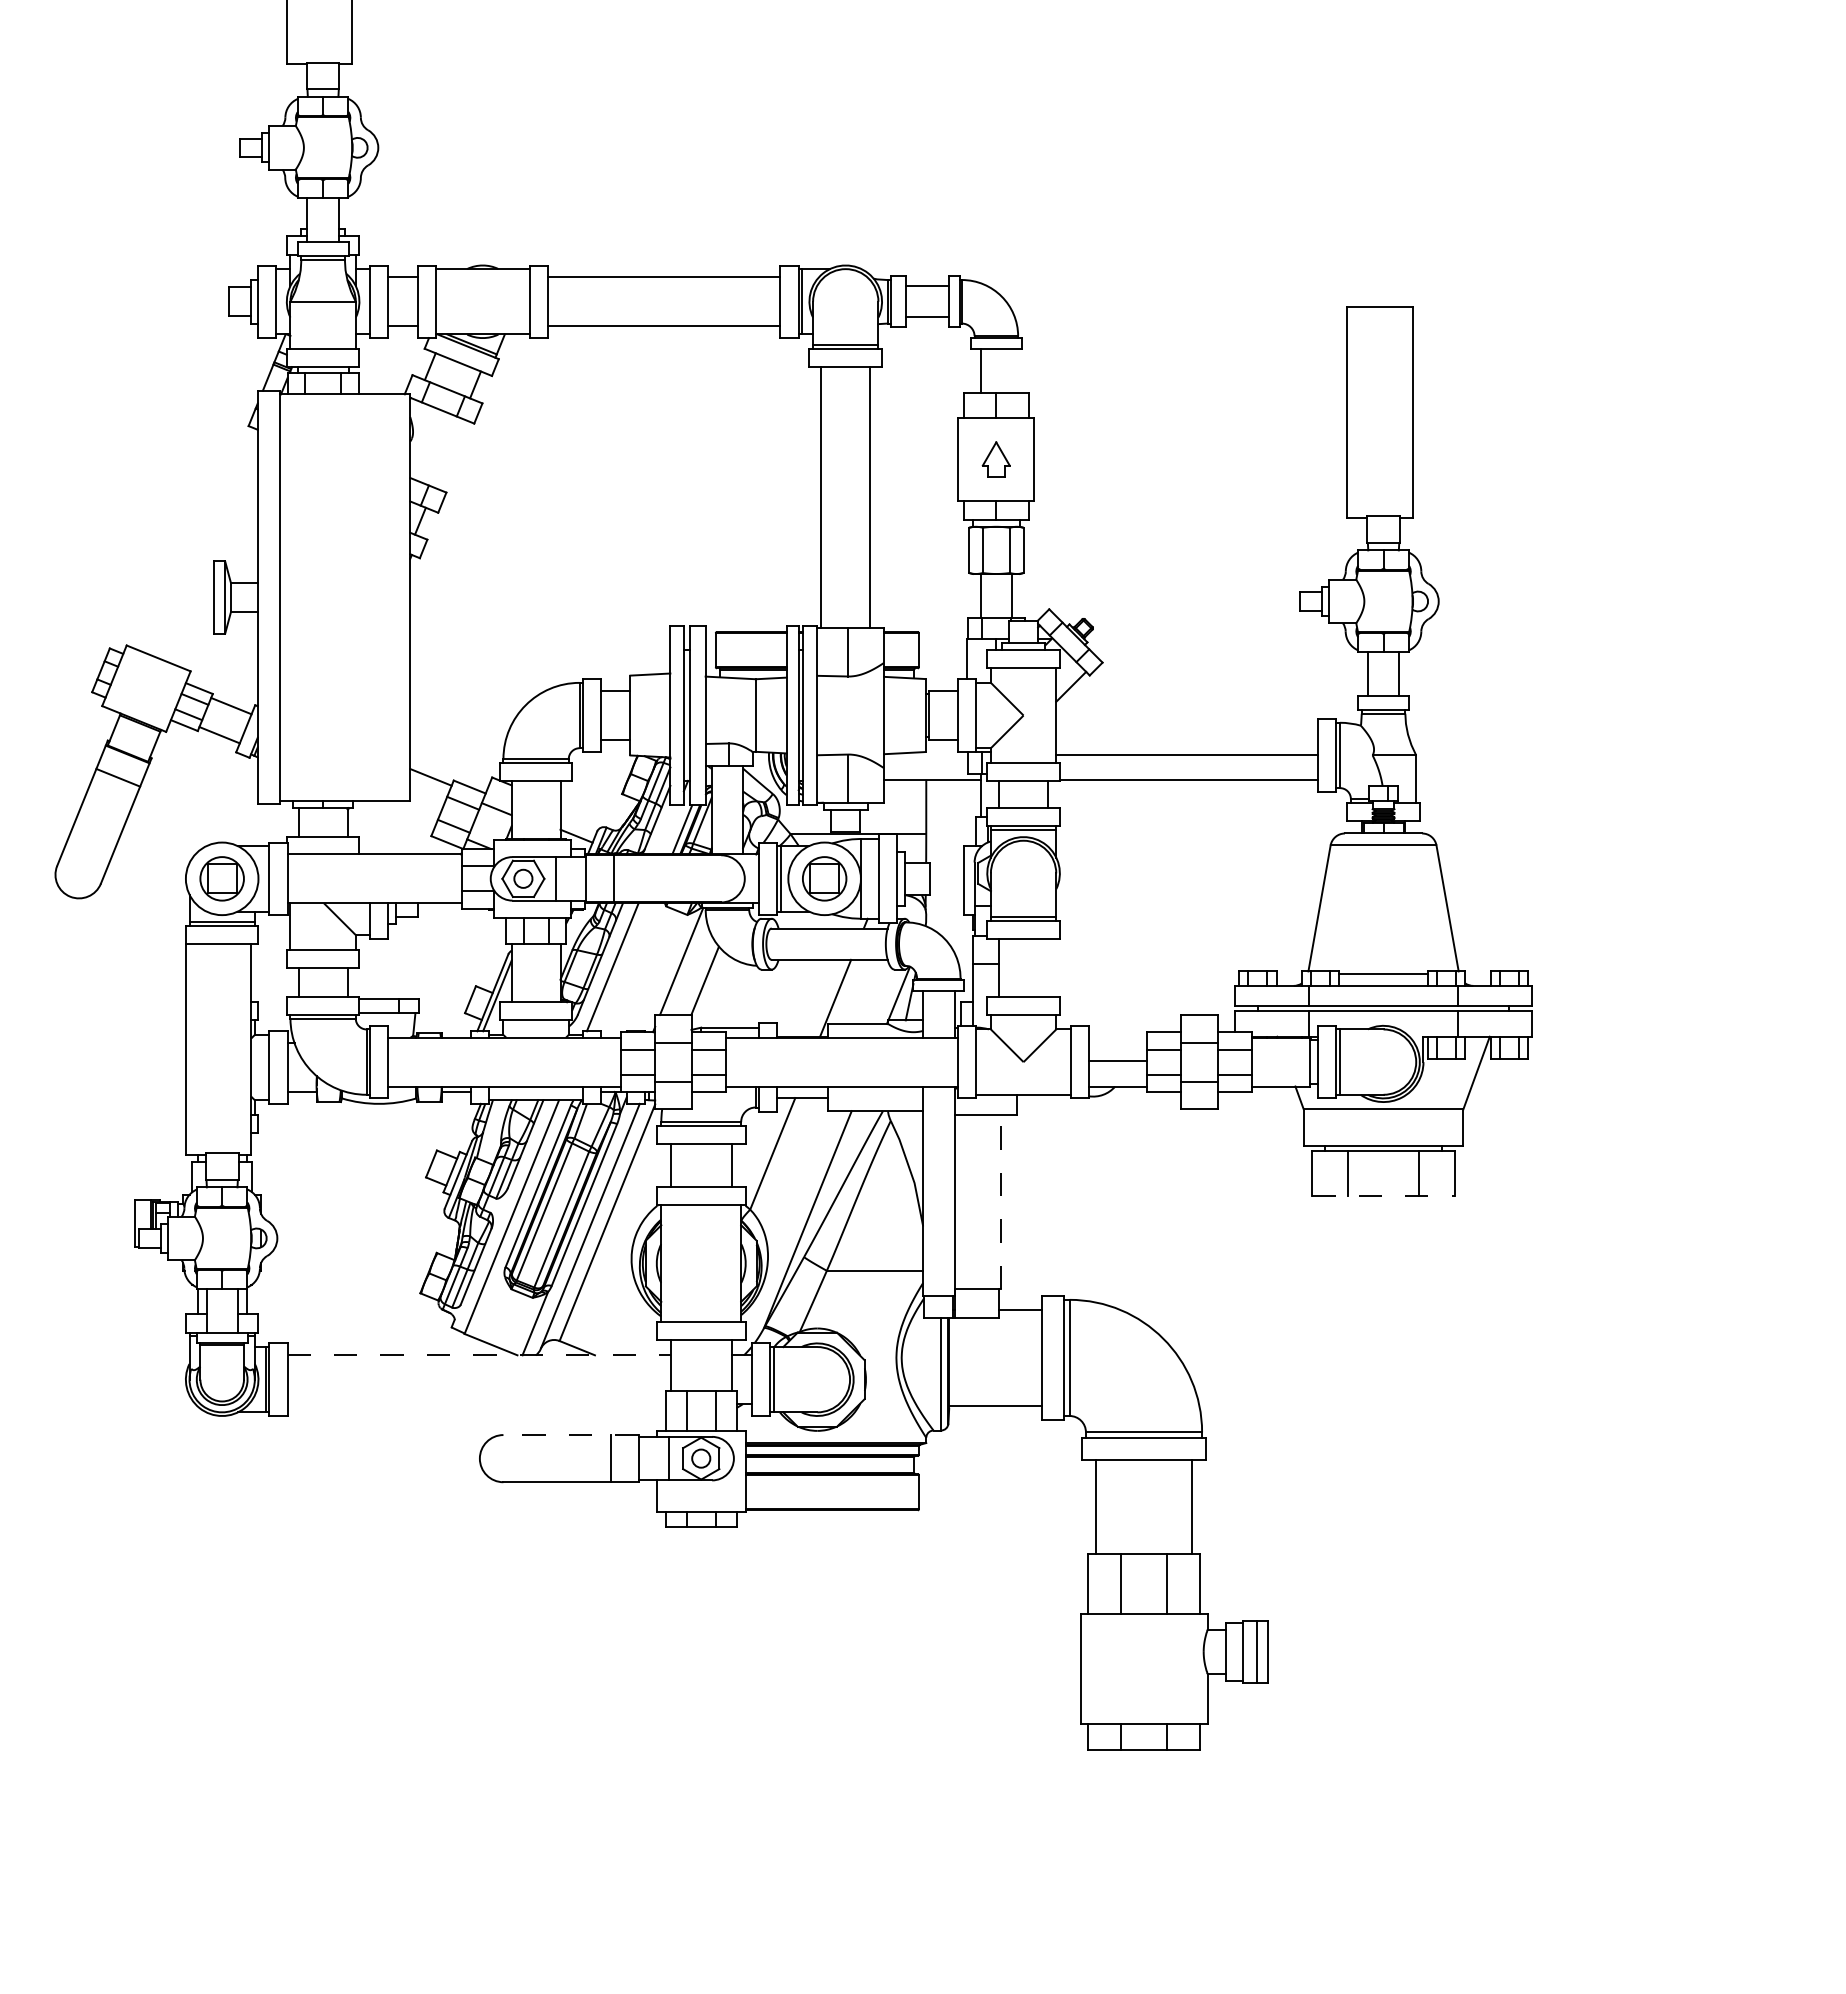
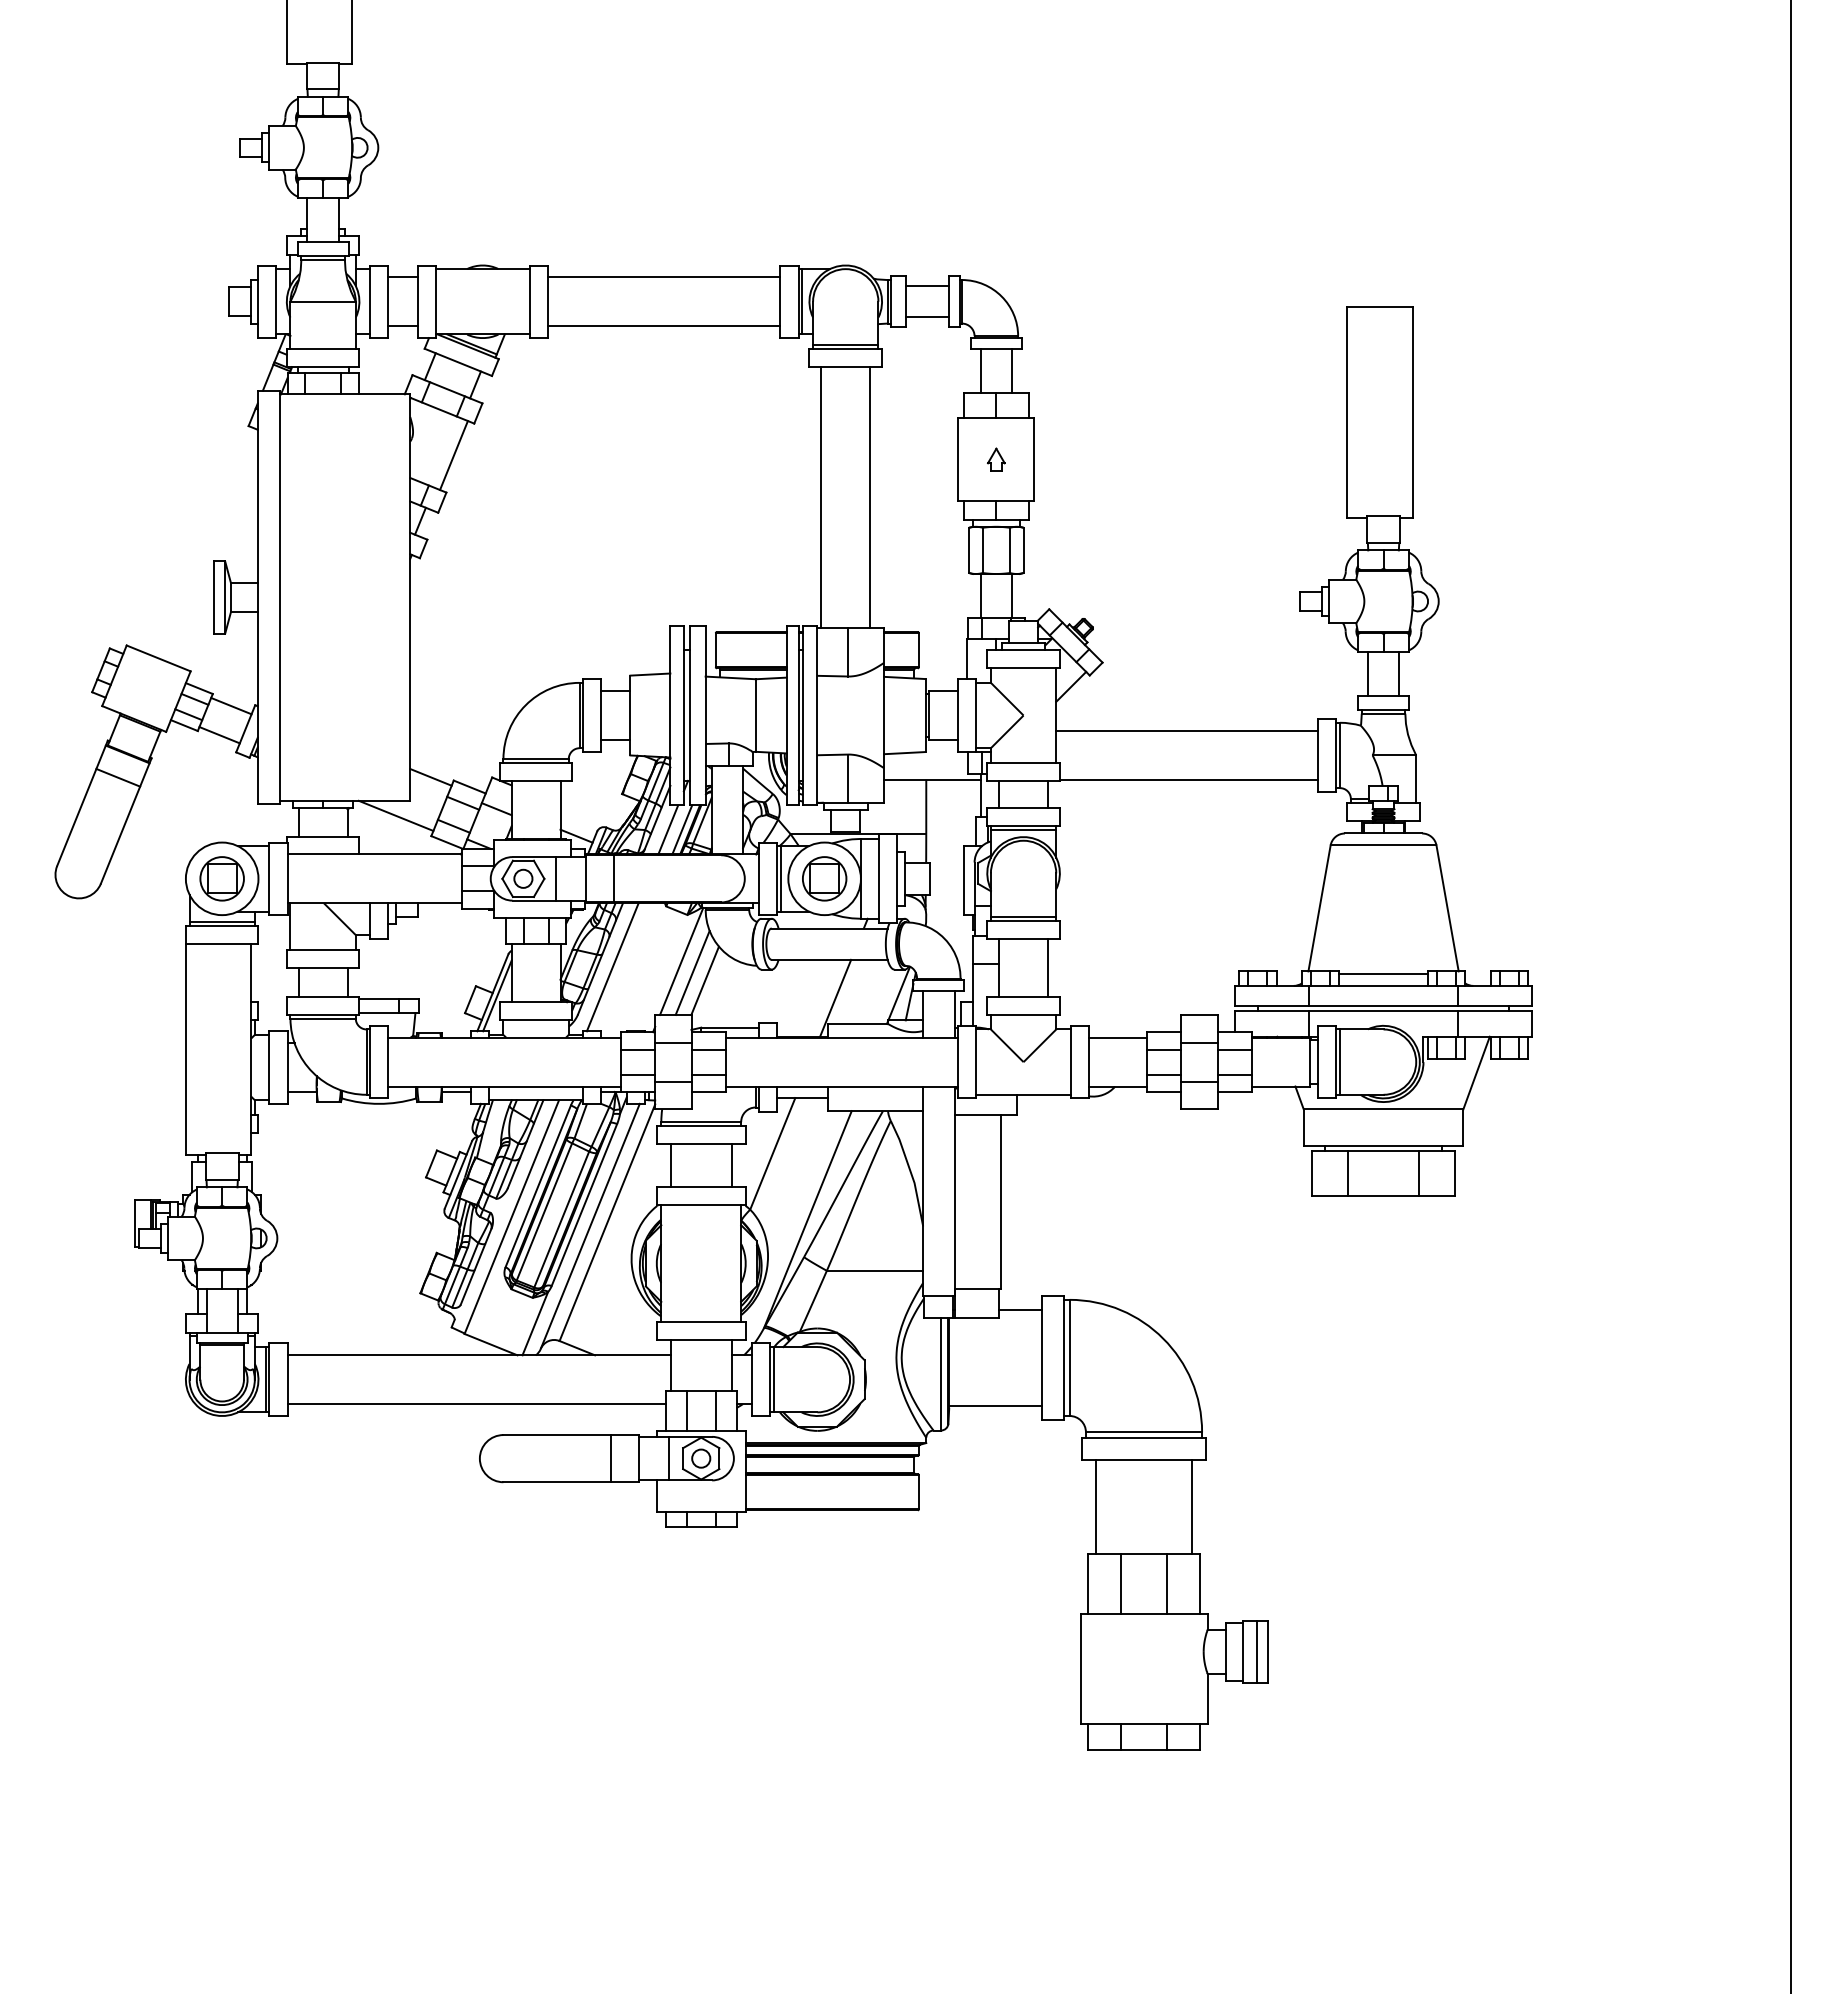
line at (1012, 370): none -> present
line at (453, 455): none -> present
part at (995, 459) size: 30x37 px -> 19x25 px
line at (1187, 755) position: (1187, 755) -> (1187, 731)
line at (395, 815): none -> present
line at (667, 830): none -> present
line at (1047, 967): none -> present
line at (692, 972): none -> present
line at (1790, 996): none -> present
line at (1117, 1060) position: (1117, 1060) -> (1117, 1037)
line at (1384, 1196): dashed -> solid
line at (1001, 1201): dashed -> solid
line at (479, 1355): dashed -> solid
line at (476, 1404): none -> present
line at (571, 1435): dashed -> solid
